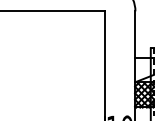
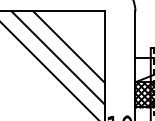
line at (68, 46): none -> present
line at (57, 57): none -> present
line at (49, 70): none -> present
